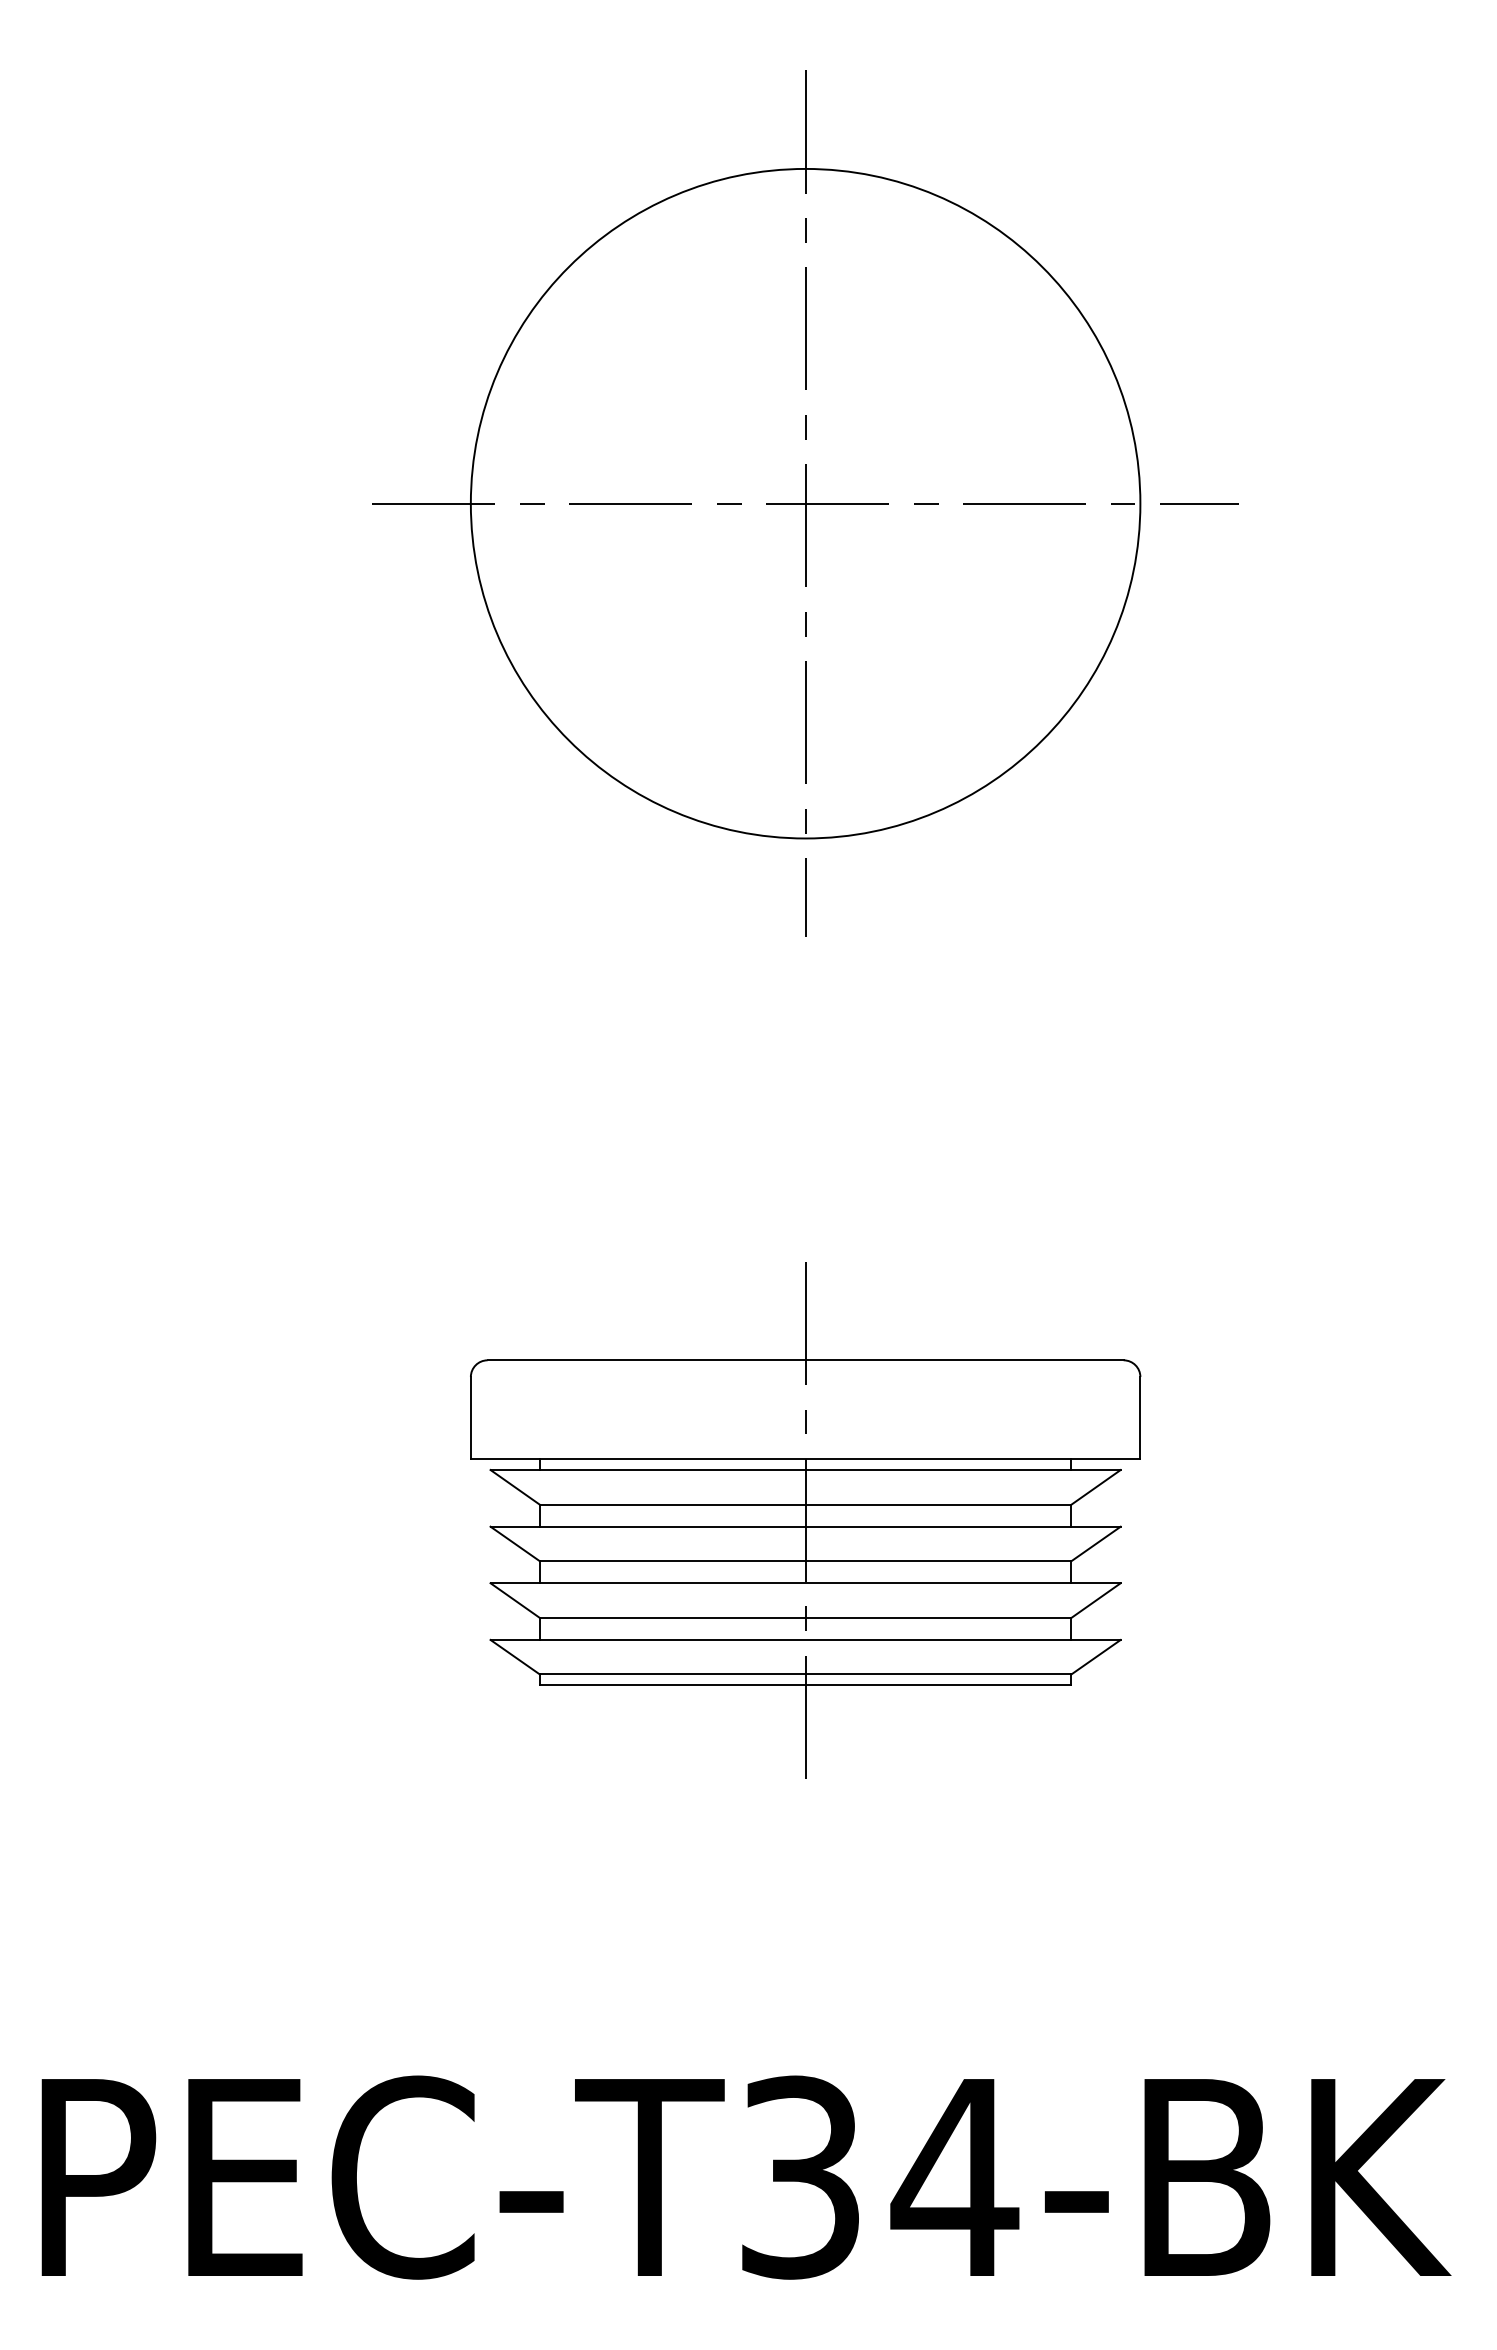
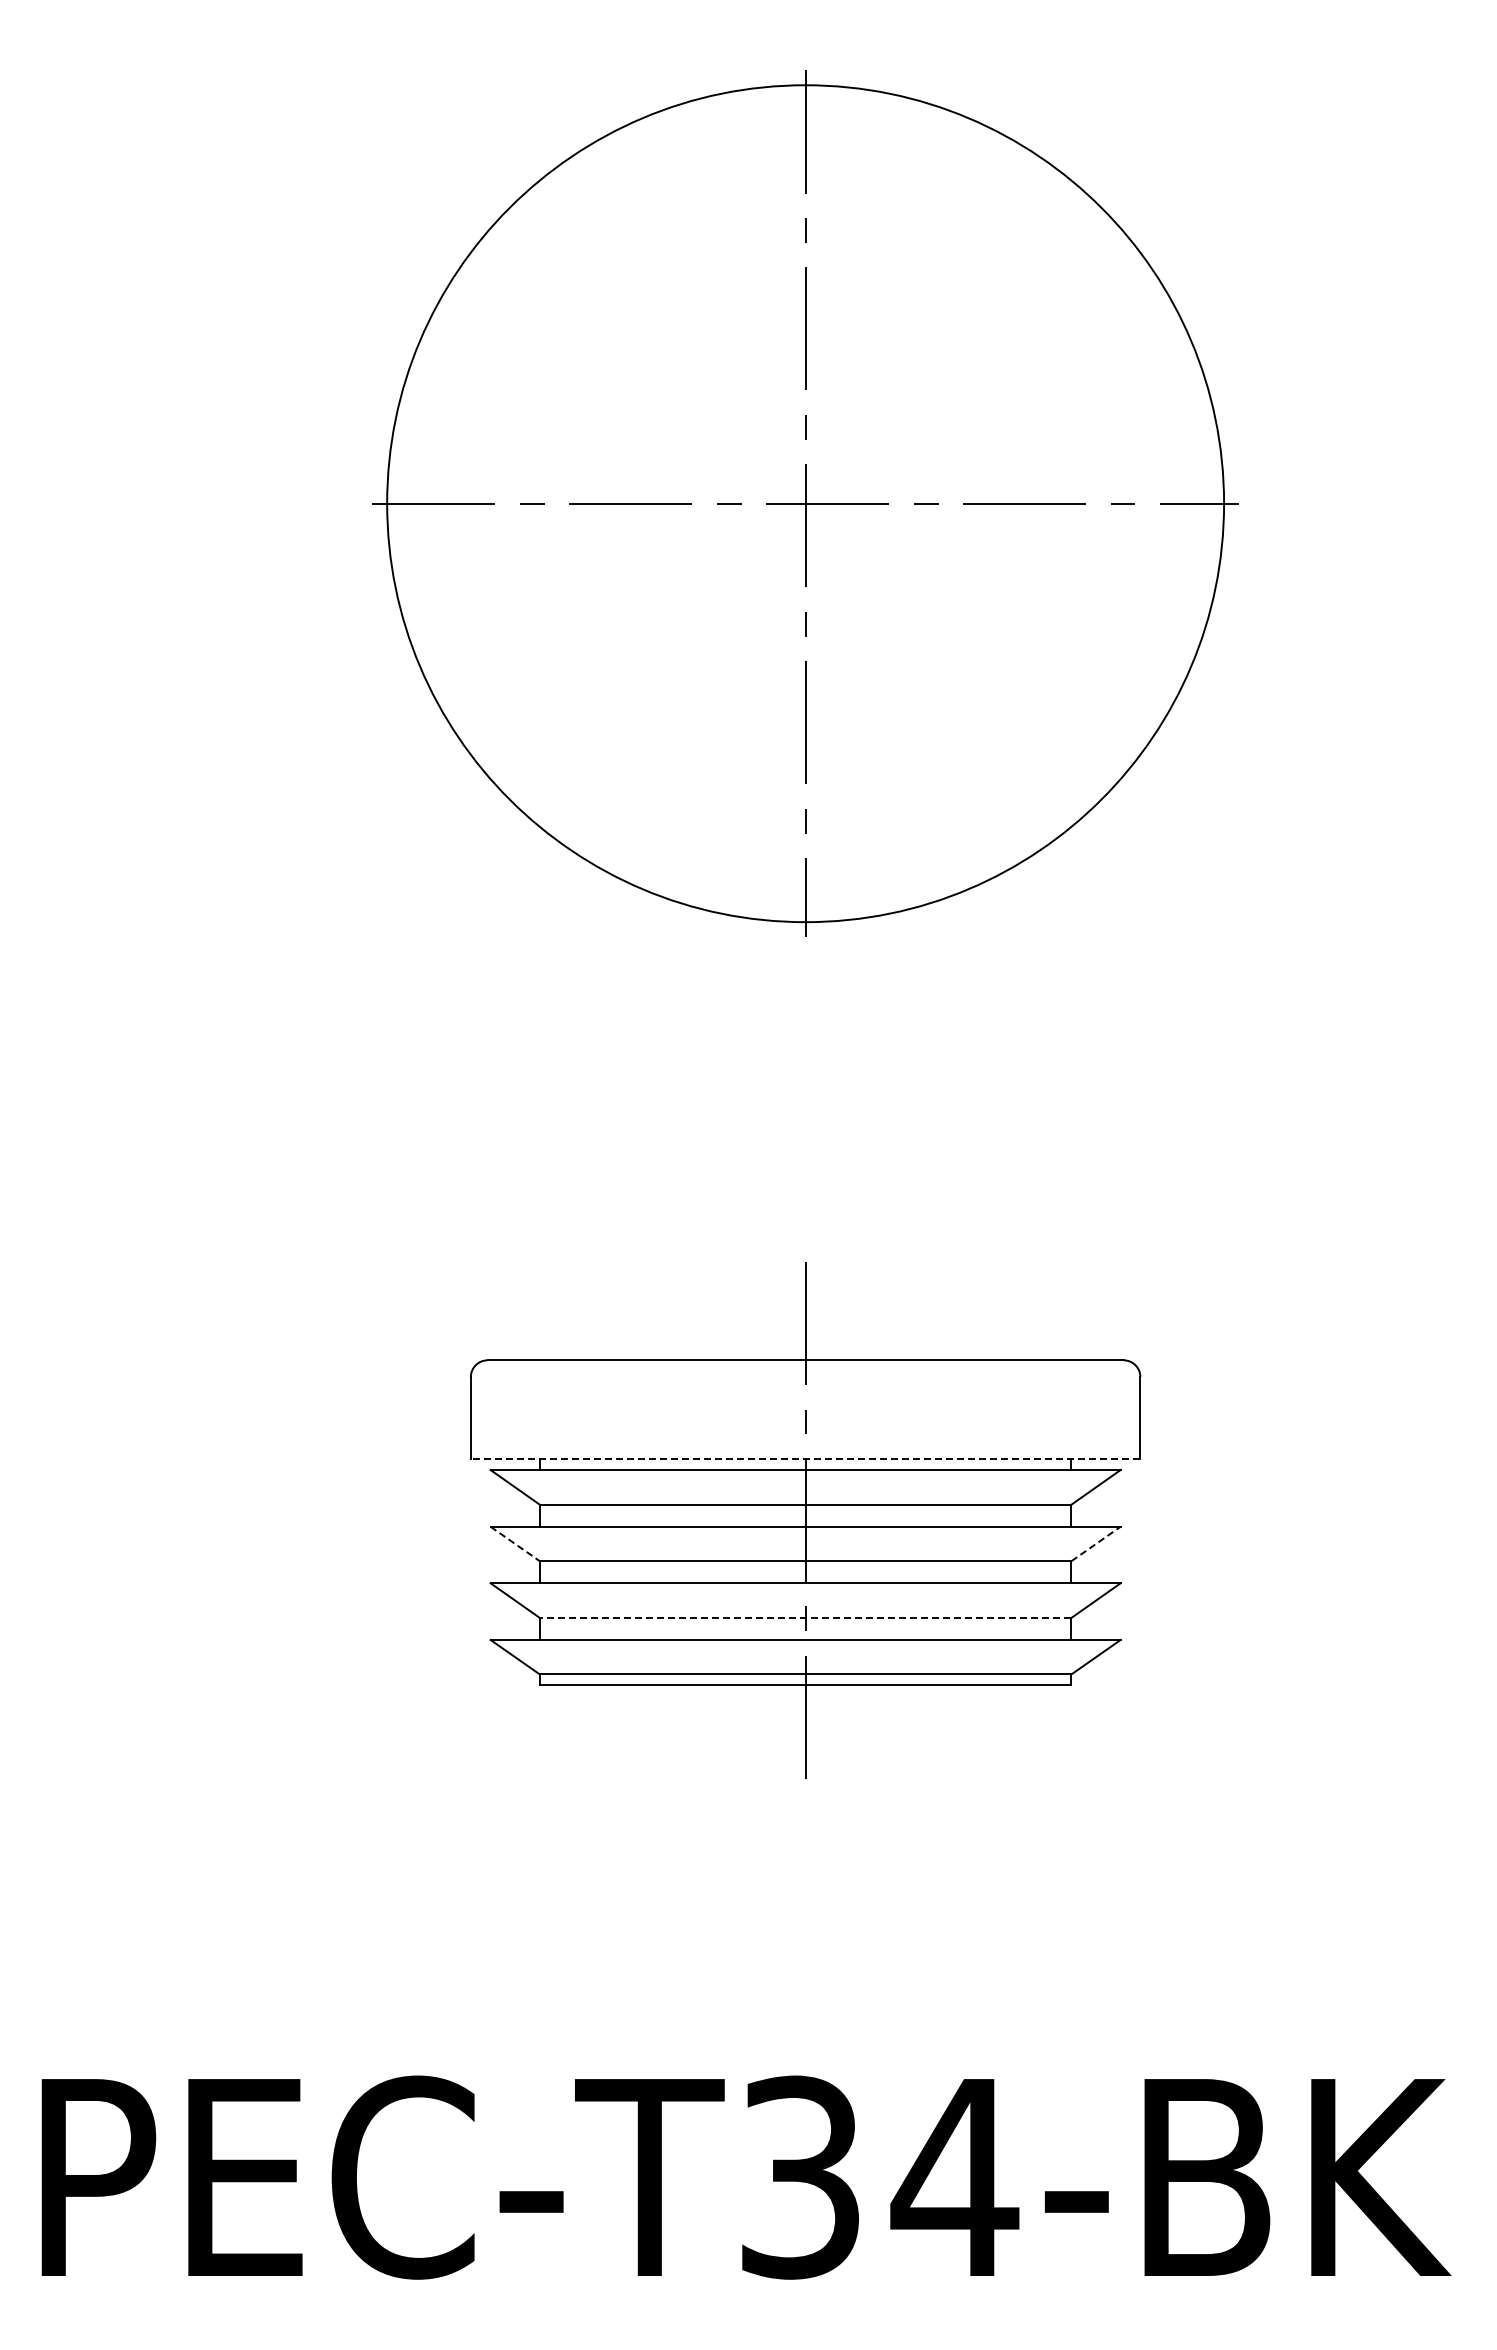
circle at (805, 503) diameter: 670 px -> 837 px
line at (805, 1458): solid -> dashed
line at (1096, 1543): solid -> dashed
line at (515, 1544): solid -> dashed
line at (805, 1617): solid -> dashed
